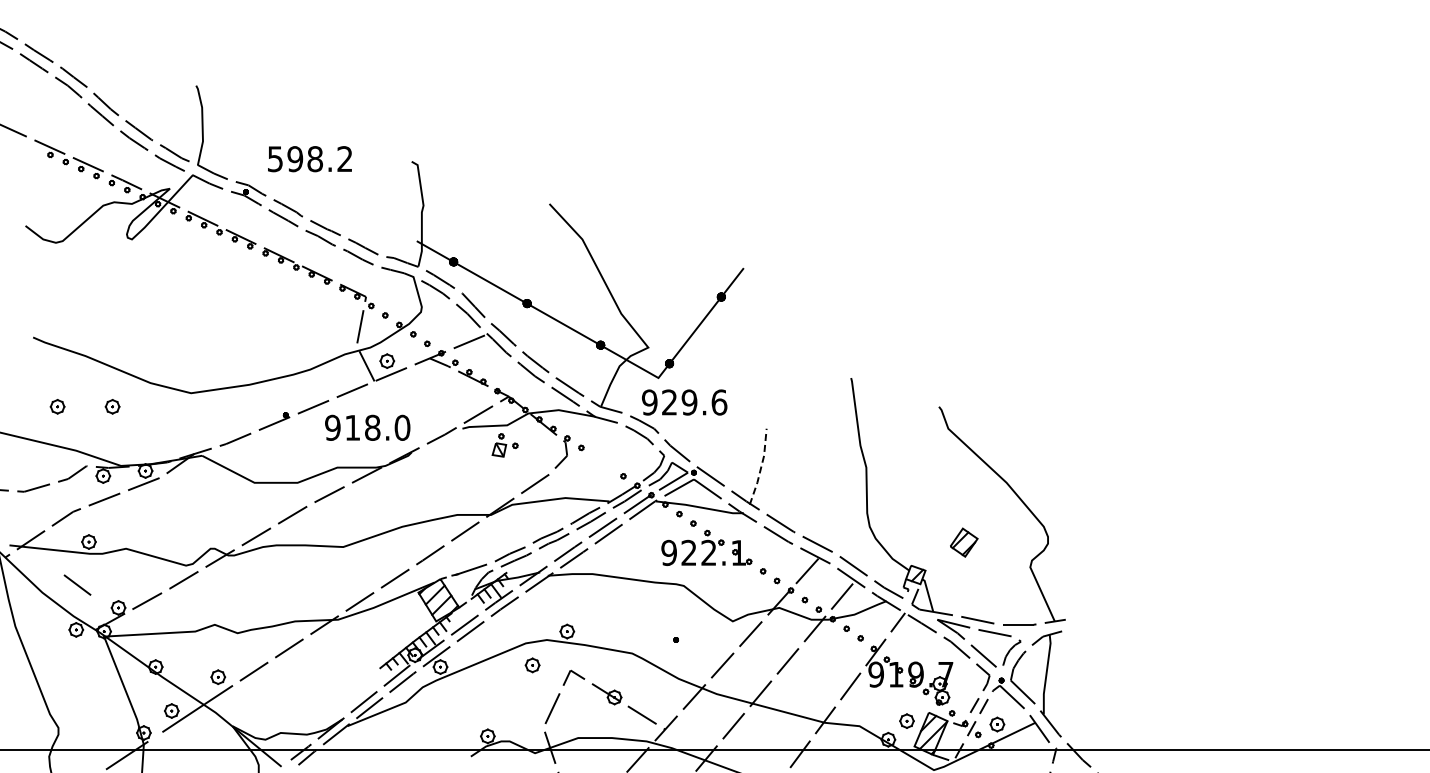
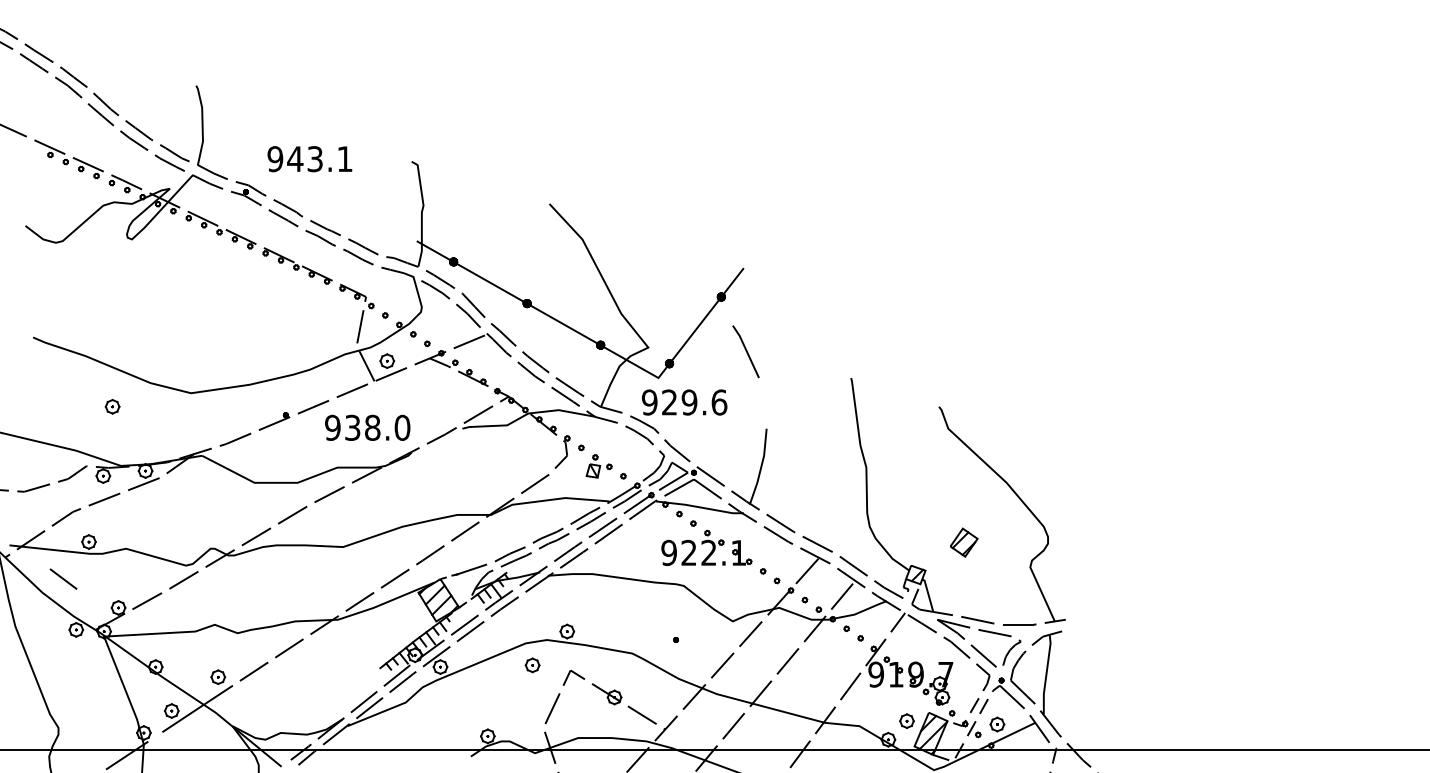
text at (309, 159): 598.2 -> 943.1
line at (745, 351): none -> present
part at (57, 406): present -> none
text at (352, 427): 918.0 -> 938.0
part at (504, 445) position: (504, 445) -> (598, 466)
line at (761, 467): dashed -> solid
line at (77, 584) position: (77, 584) -> (63, 578)
